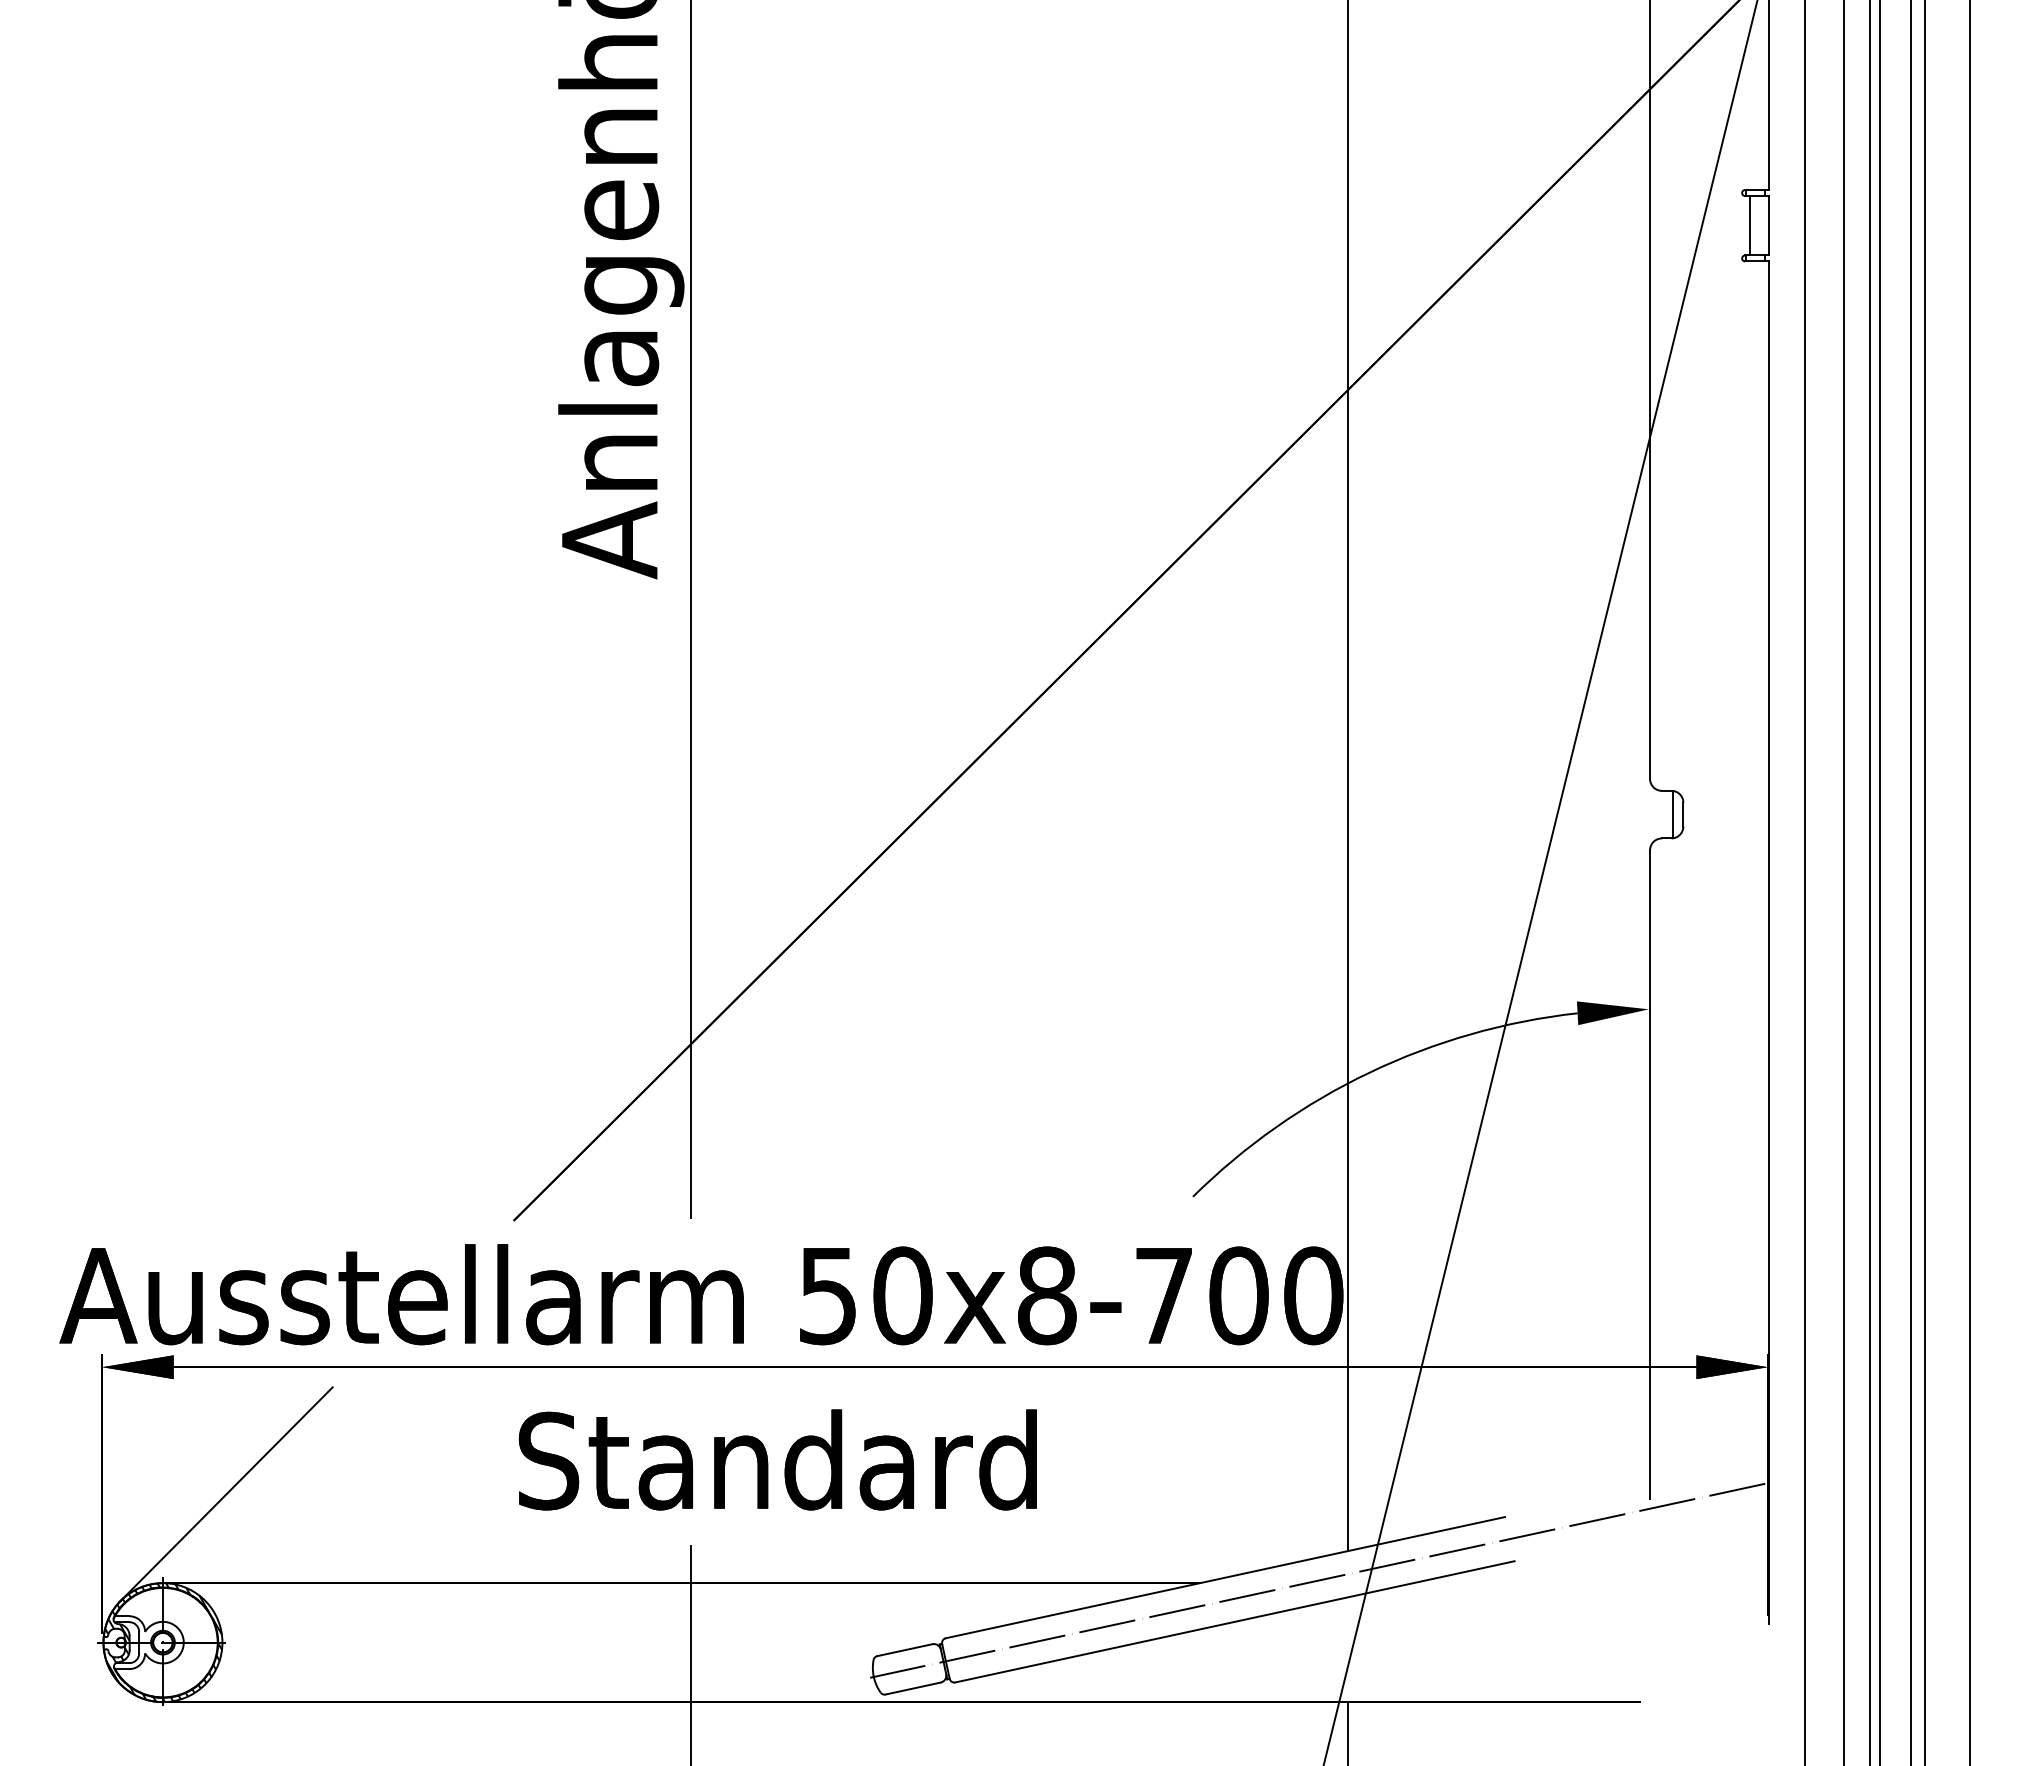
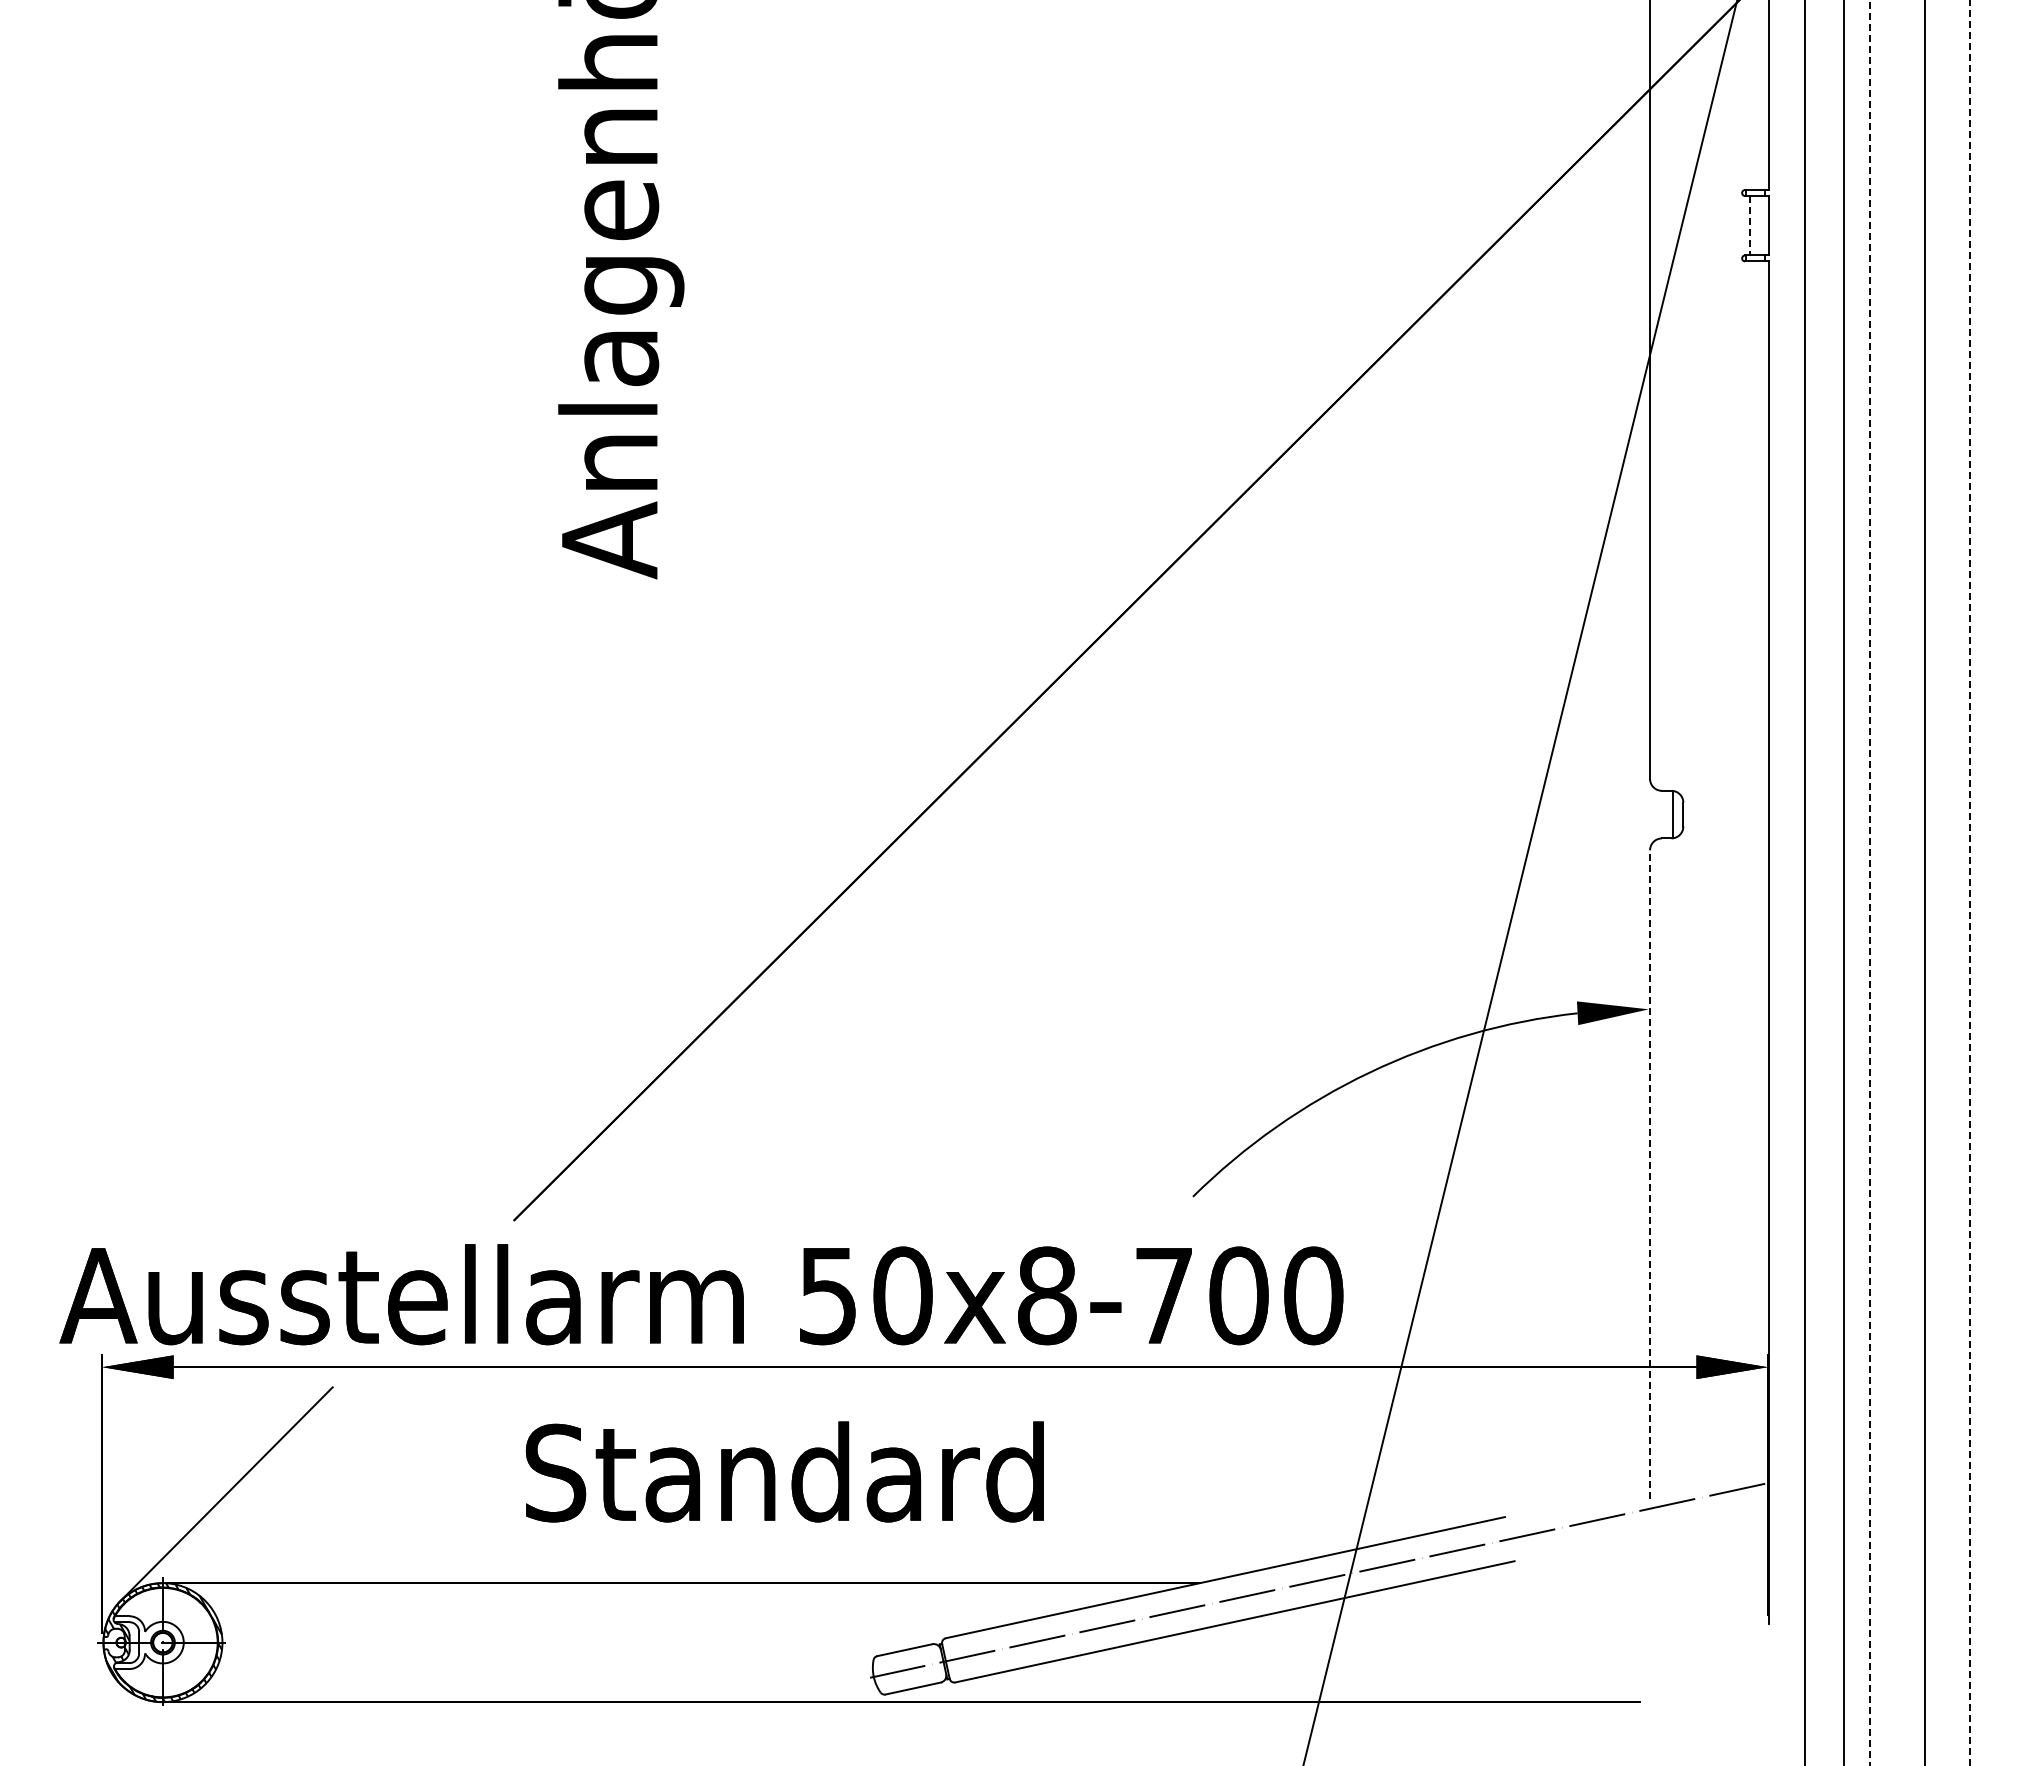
line at (1750, 225): solid -> dashed
line at (691, 610): present -> none
line at (1347, 776): present -> none
line at (1540, 882) position: (1540, 882) -> (1520, 882)
line at (1870, 882): solid -> dashed
line at (1879, 882): present -> none
line at (1910, 882): present -> none
line at (1970, 883): solid -> dashed
line at (1650, 1174): solid -> dashed
text at (777, 1459) position: (777, 1459) -> (784, 1471)
line at (691, 1653): present -> none
line at (1347, 1732): present -> none
